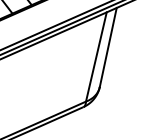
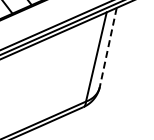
line at (108, 47): solid -> dashed
